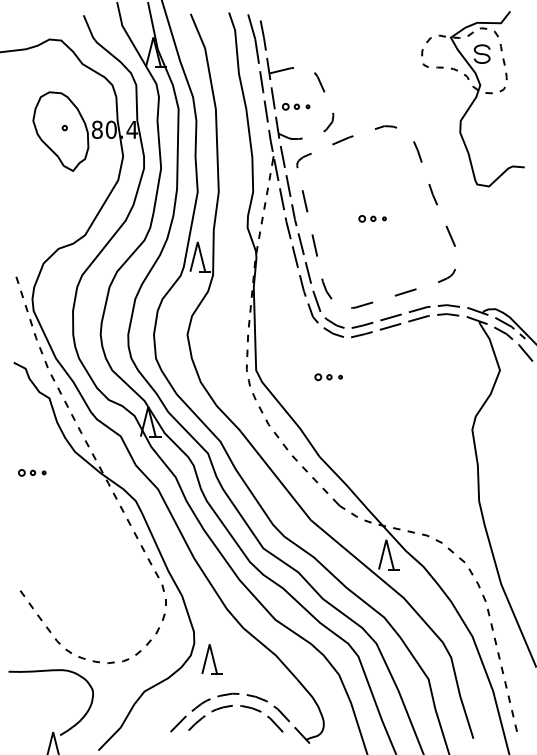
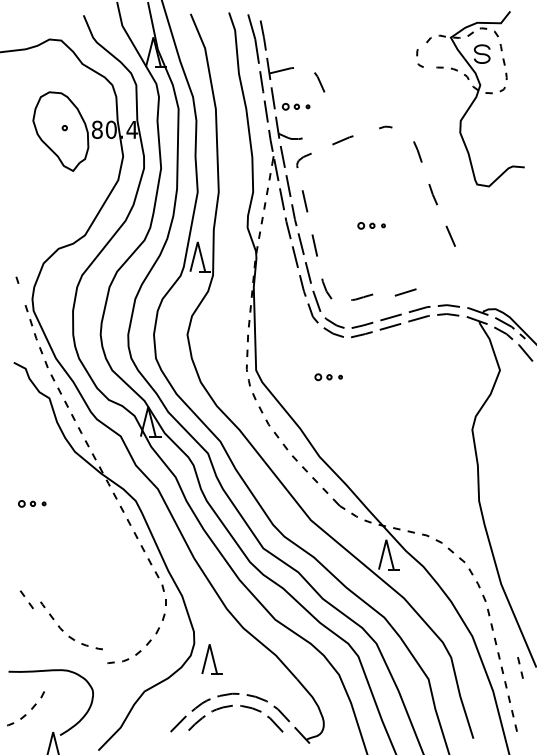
part at (424, 58) position: (424, 58) -> (419, 58)
part at (328, 122): present -> none
part at (385, 127) size: 23x5 px -> 14x5 px
part at (372, 218) position: (372, 218) -> (371, 225)
part at (446, 275): present -> none
line at (21, 294): present -> none
line at (362, 304) position: (362, 304) -> (362, 296)
part at (32, 472) position: (32, 472) -> (32, 503)
part at (60, 643) position: (60, 643) -> (63, 630)
part at (520, 667): none -> present
part at (25, 708): none -> present
